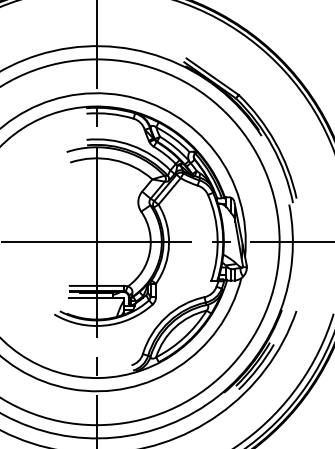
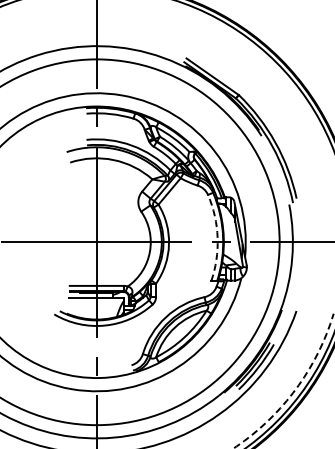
arc at (217, 237): solid -> dashed
arc at (295, 389): solid -> dashed
